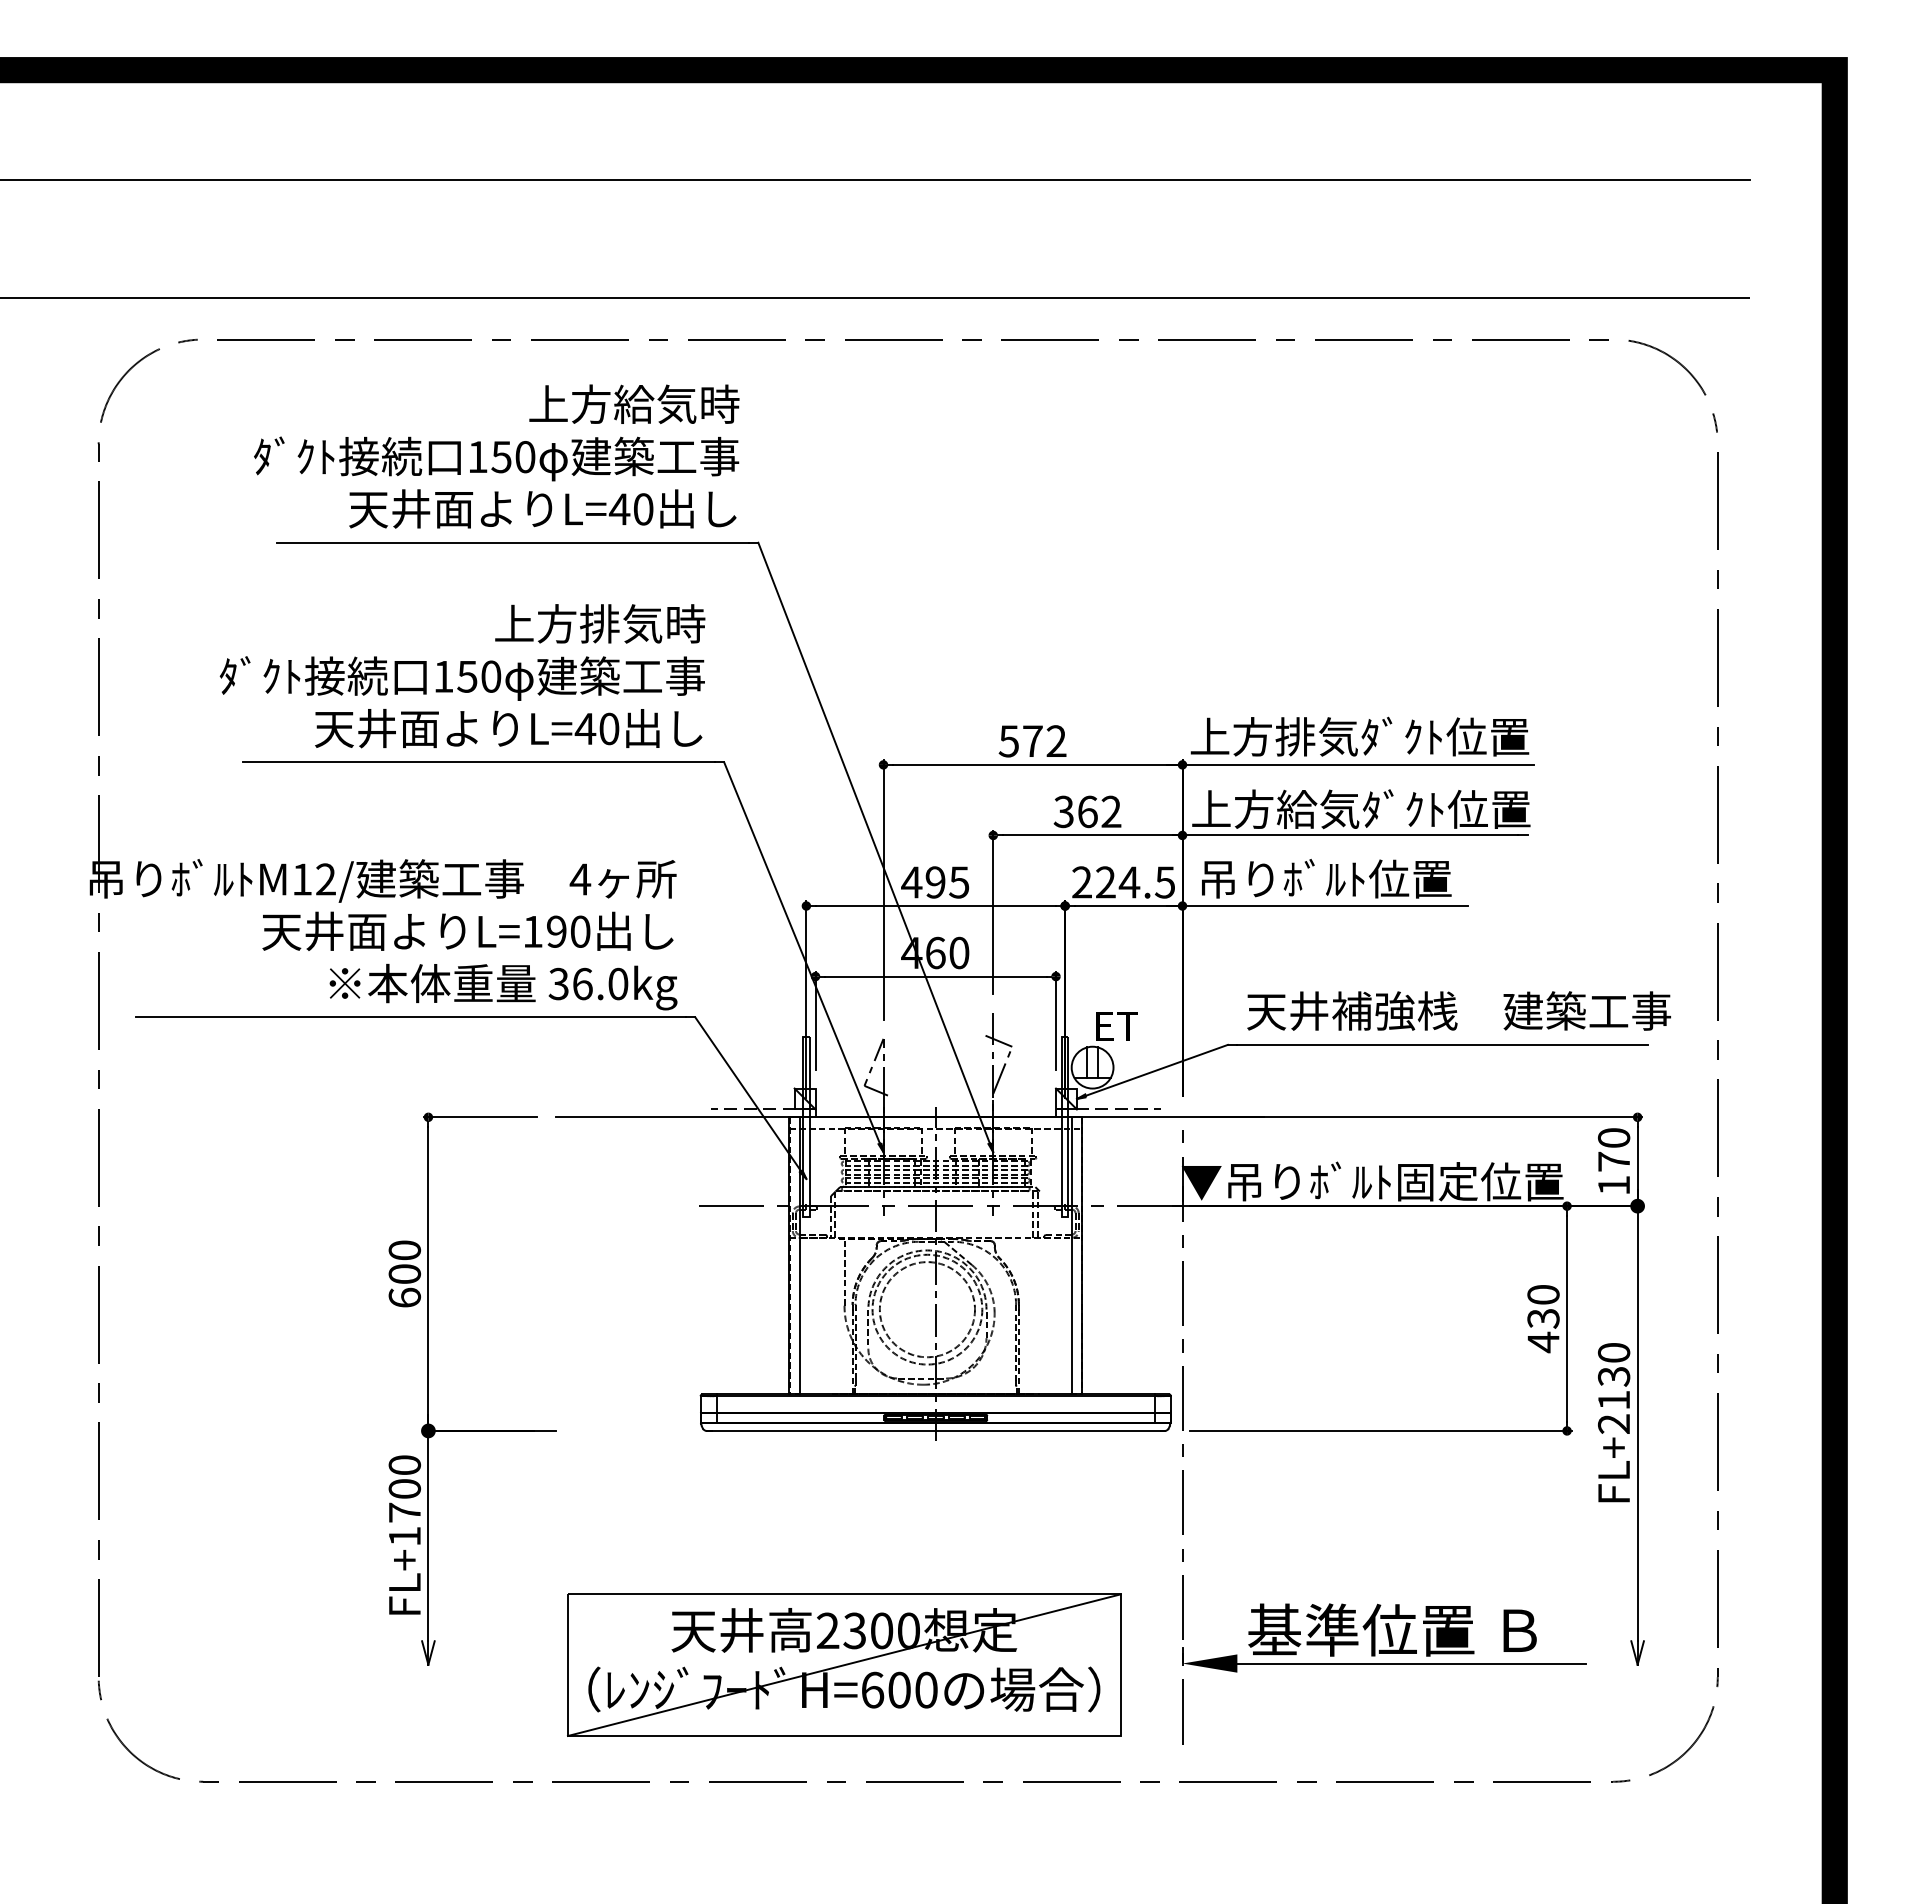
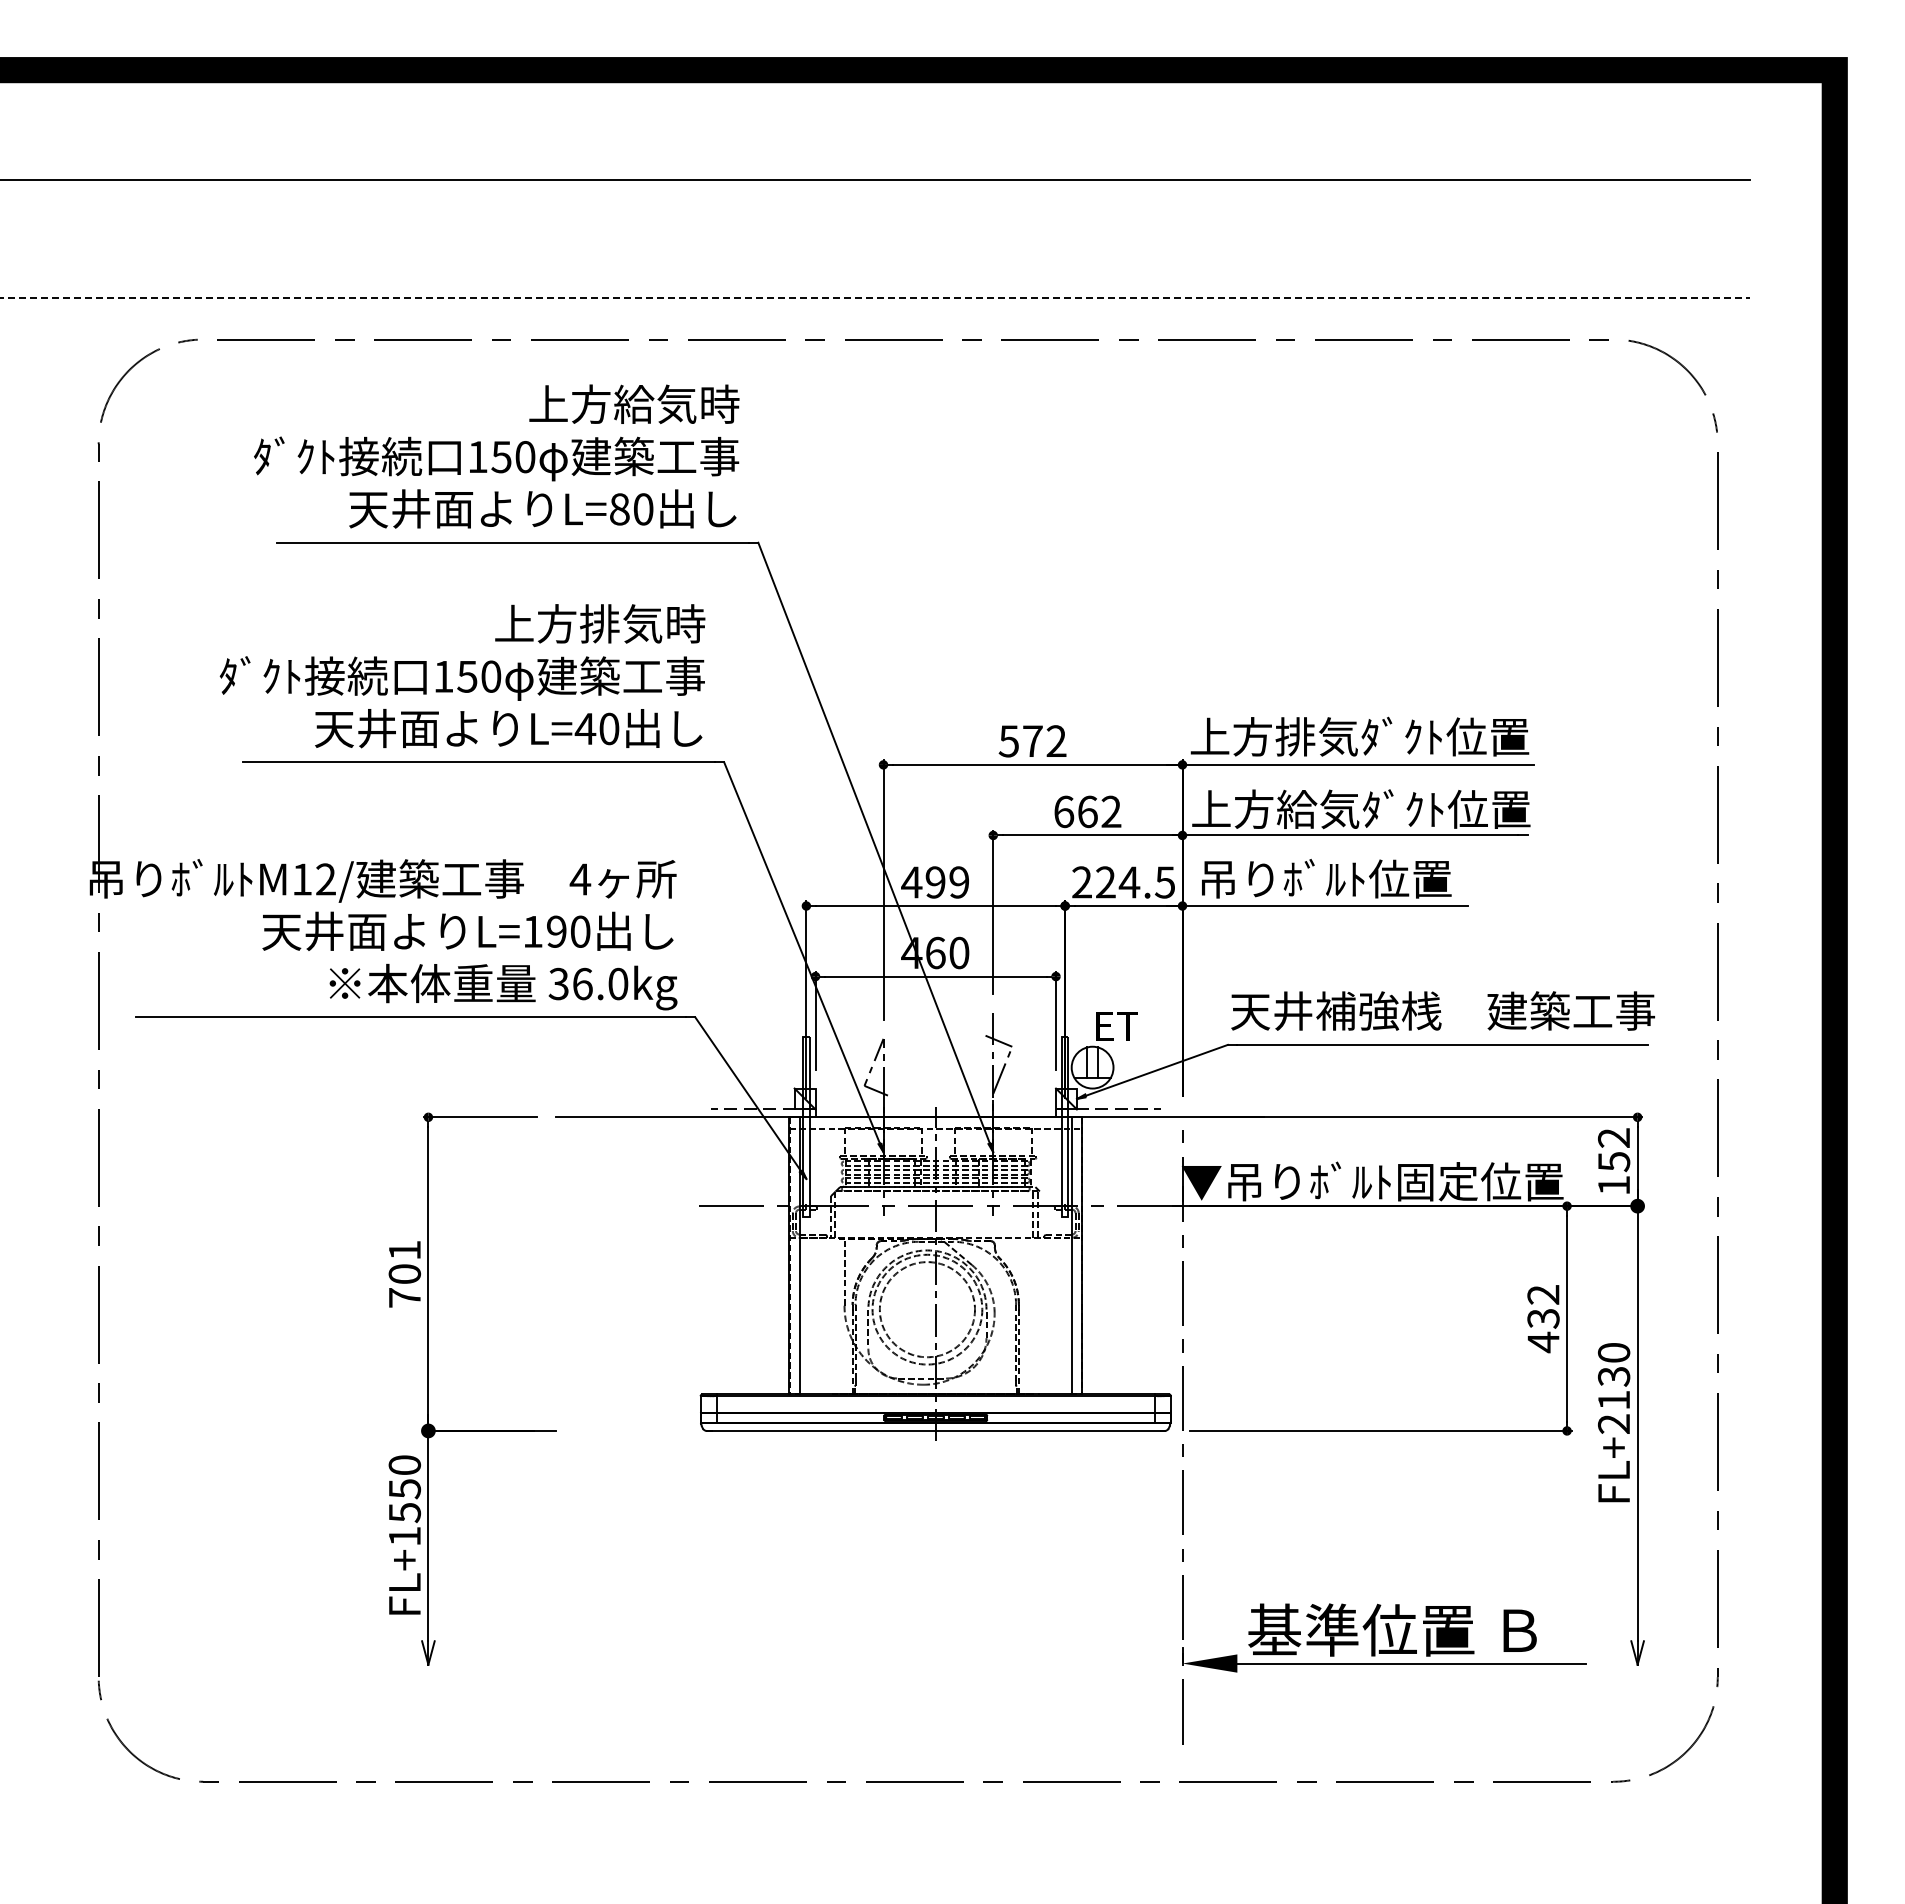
line at (875, 298): solid -> dashed
text at (619, 509): L=40 -> L=80
text at (1063, 811): 362 -> 662
text at (959, 882): 495 -> 499
text at (1458, 1010) position: (1458, 1010) -> (1442, 1010)
text at (1614, 1150): 170 -> 152
text at (404, 1273): 600 -> 701
text at (1543, 1294): 430 -> 432
text at (404, 1501): FL+1700 -> FL+1550
part at (844, 1664): present -> none
